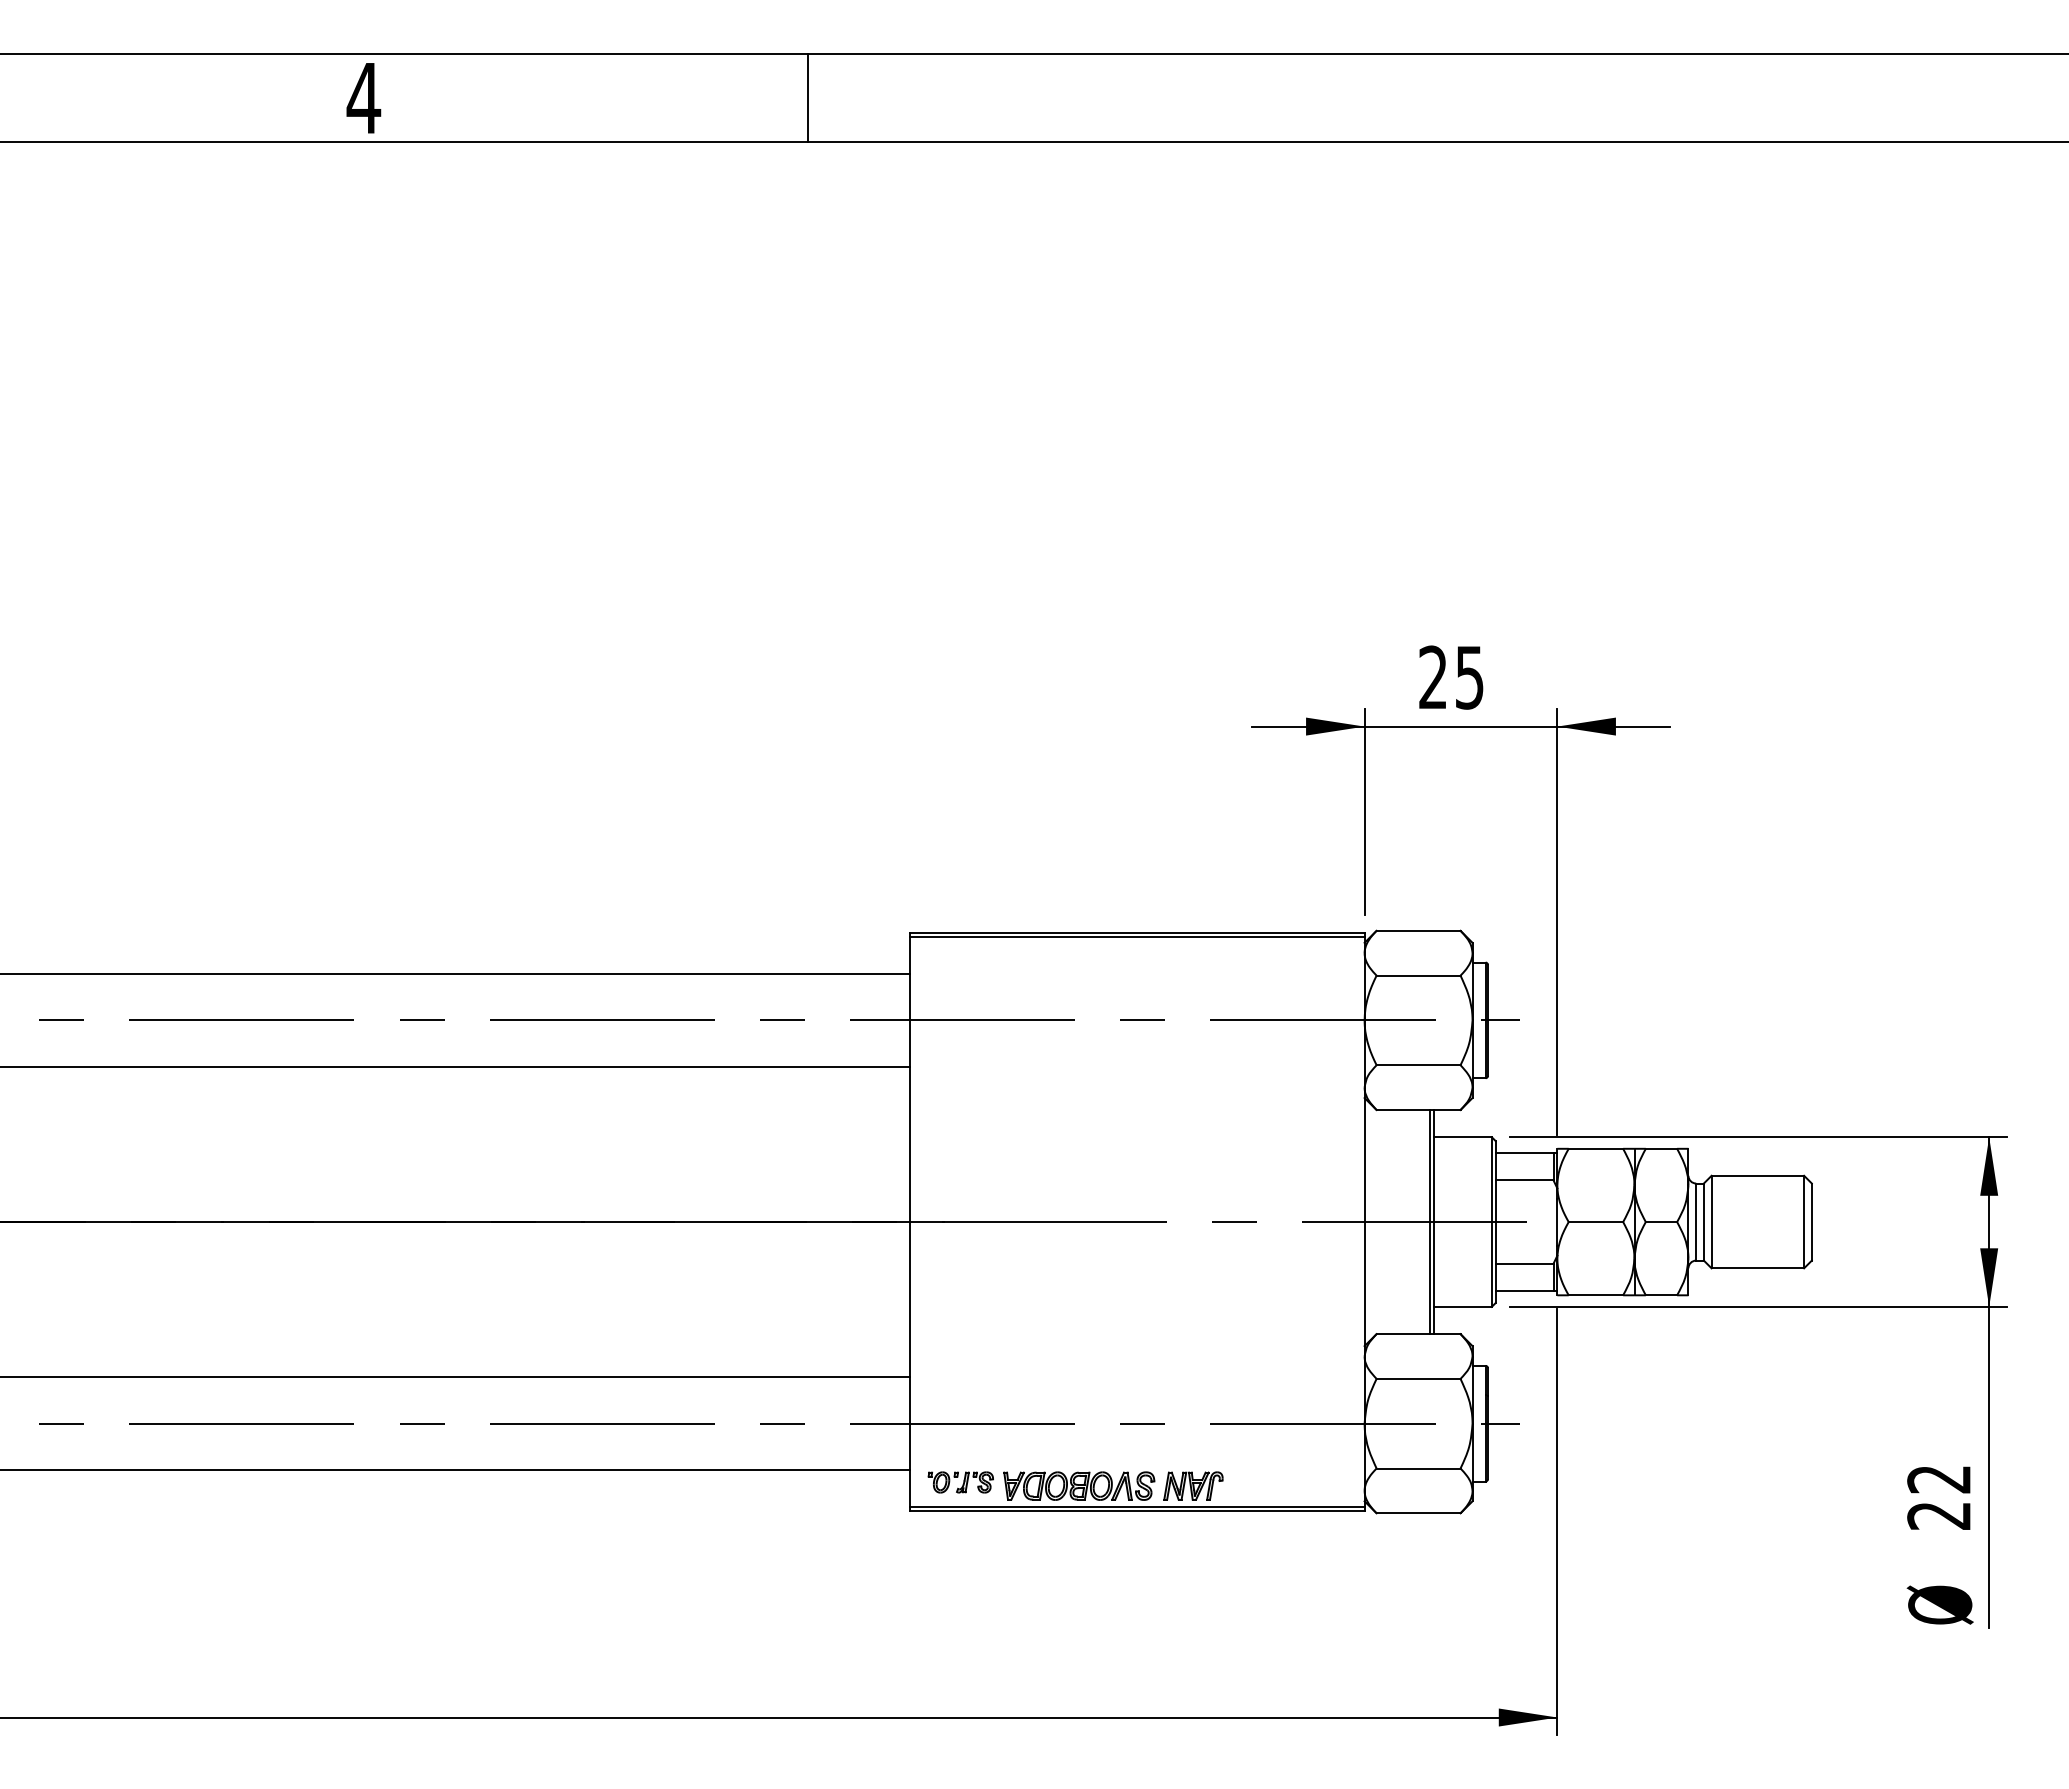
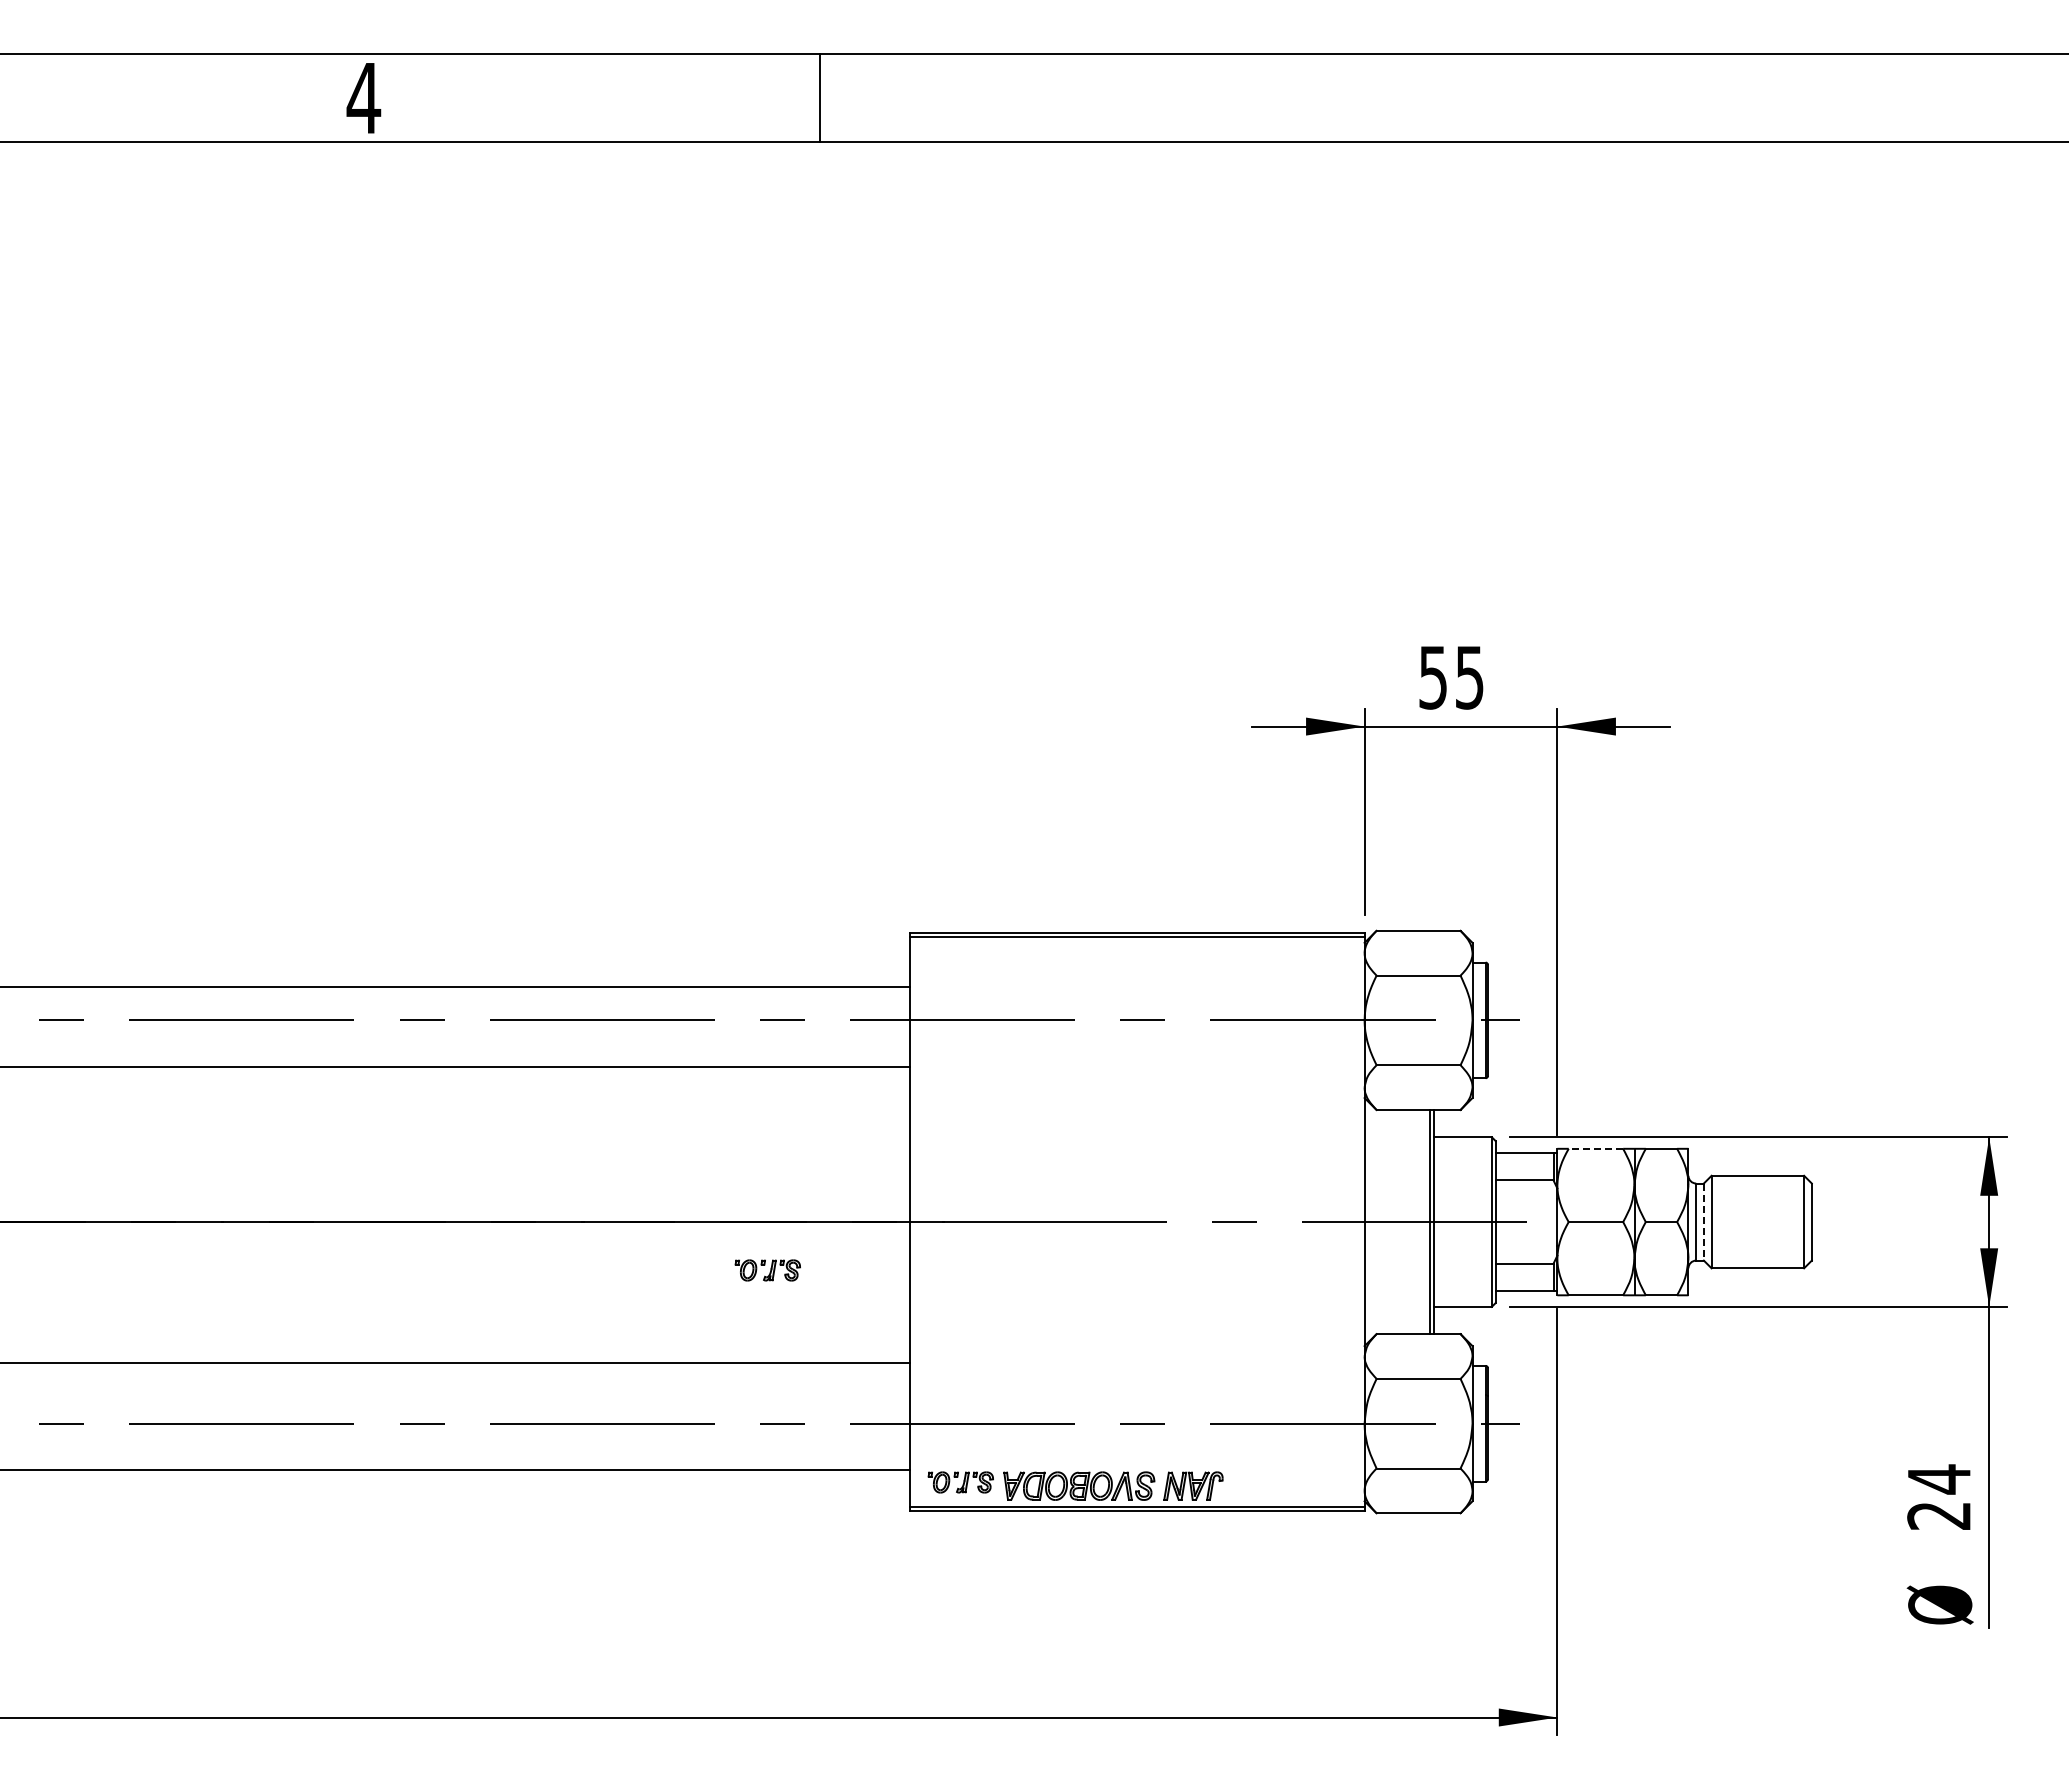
line at (808, 97) position: (808, 97) -> (820, 97)
text at (1432, 677): 25 -> 55
line at (455, 974) position: (455, 974) -> (455, 987)
line at (1595, 1148): solid -> dashed
line at (1703, 1222): solid -> dashed
part at (767, 1270): none -> present
line at (455, 1377) position: (455, 1377) -> (455, 1363)
text at (1938, 1479): 22 -> 24
